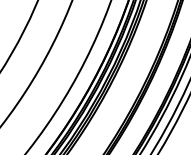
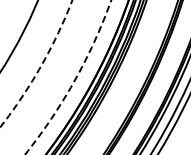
arc at (40, 66): solid -> dashed
arc at (74, 81): solid -> dashed
